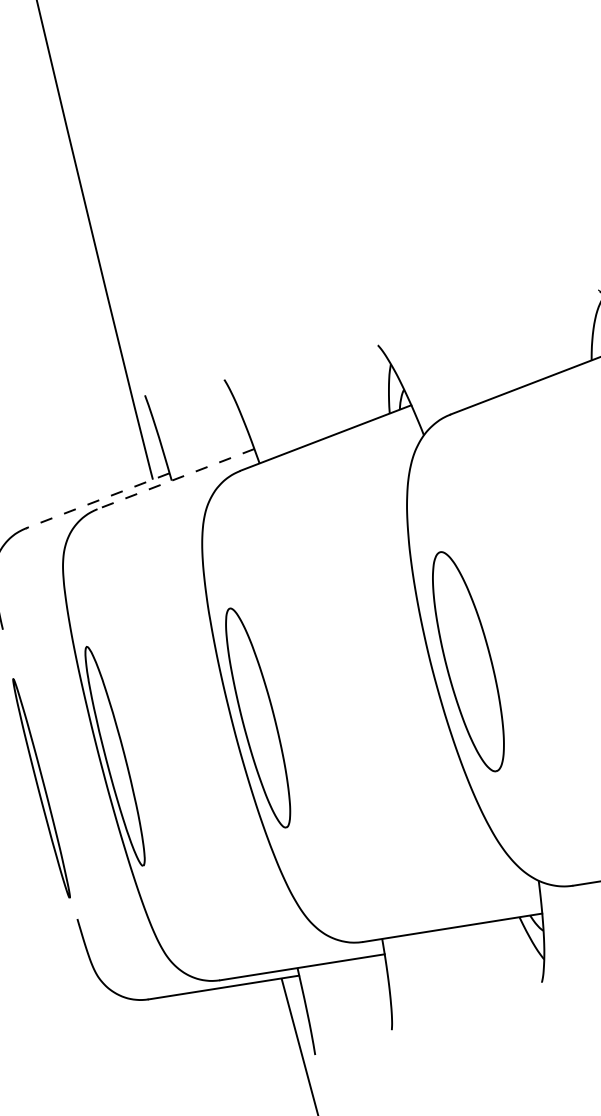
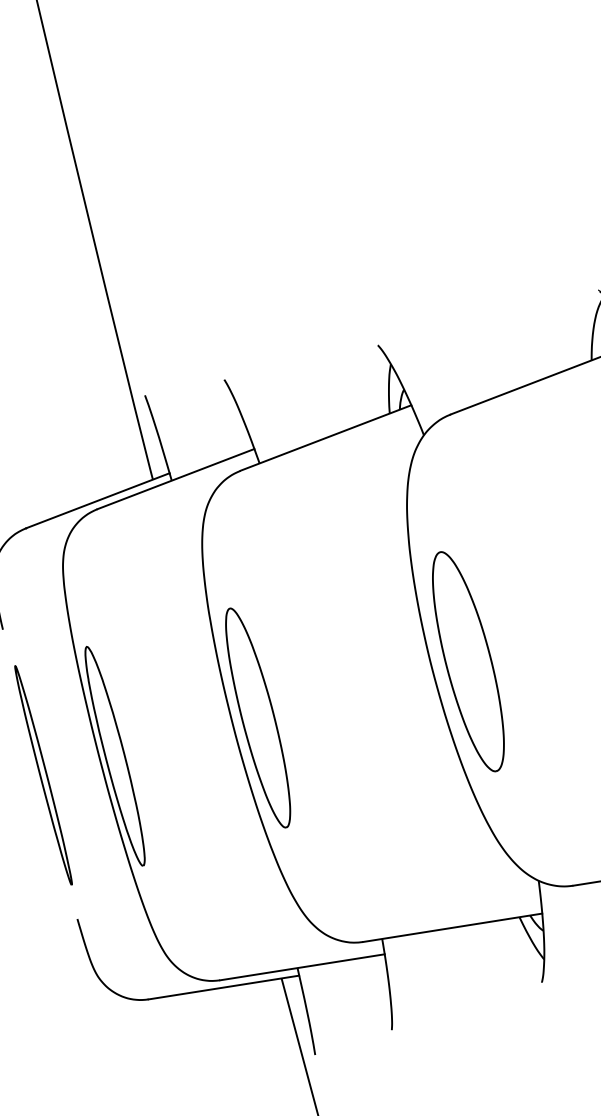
line at (175, 479): dashed -> solid
line at (97, 500): dashed -> solid
part at (41, 788) position: (41, 788) -> (43, 775)
